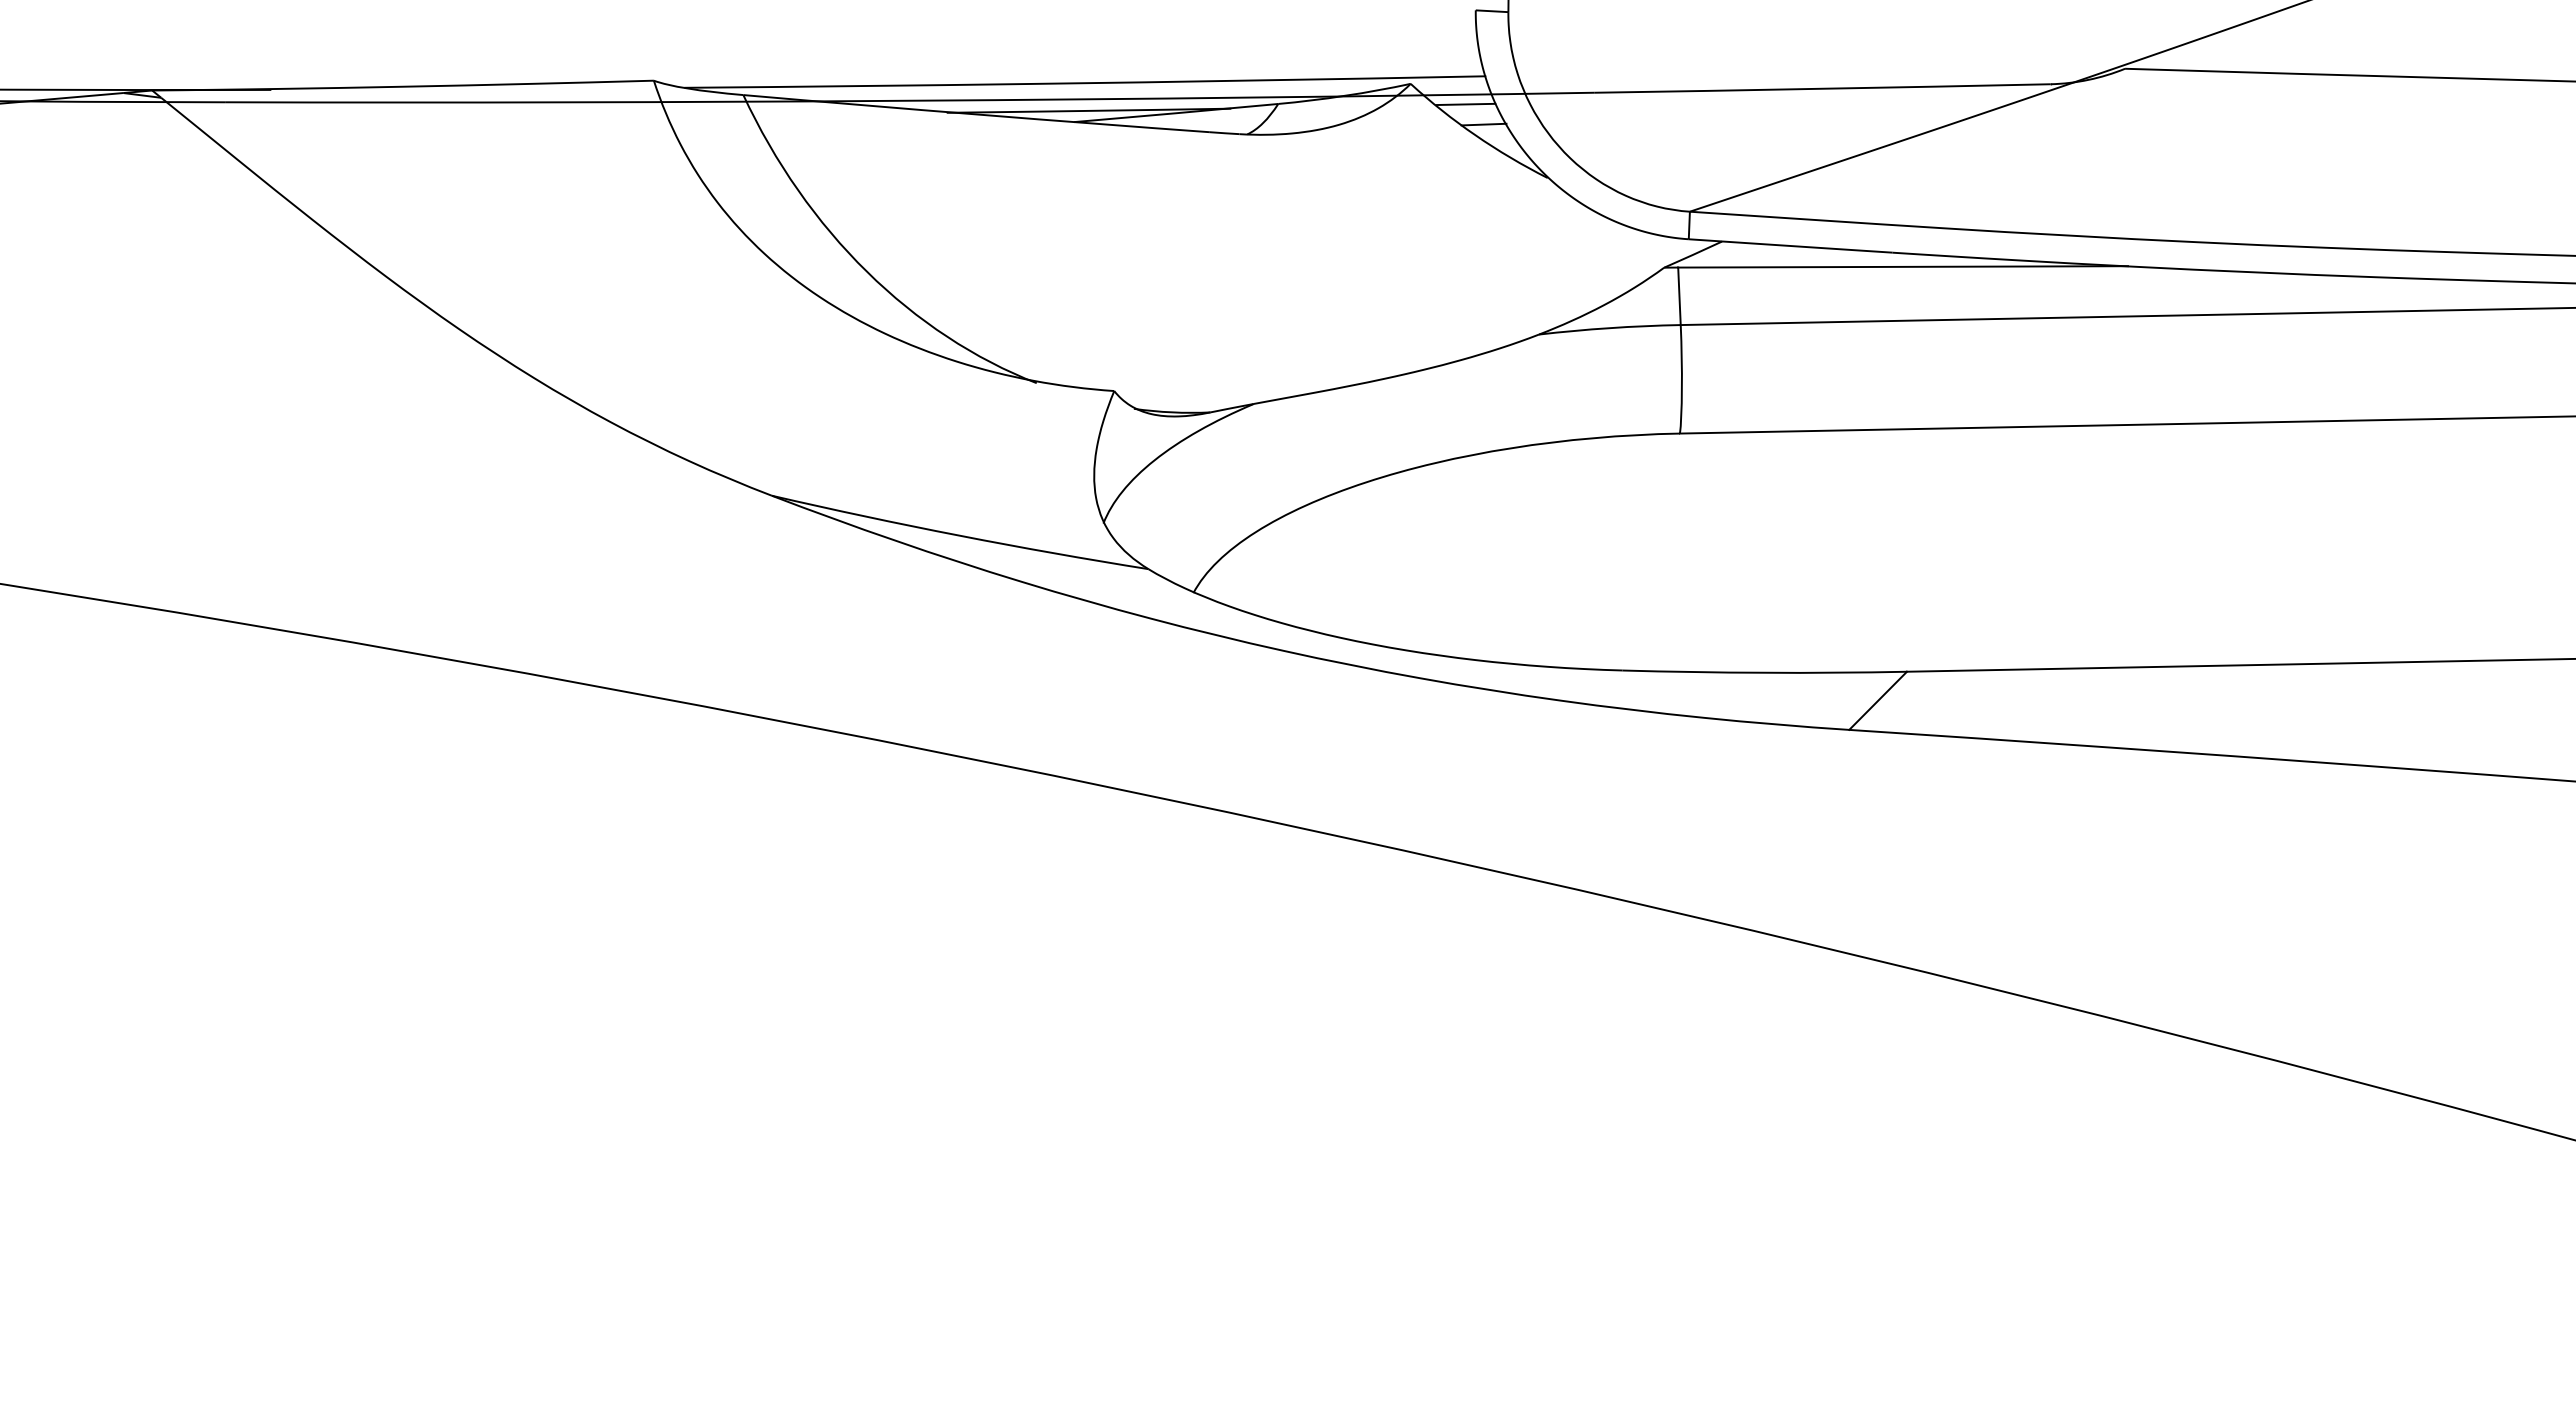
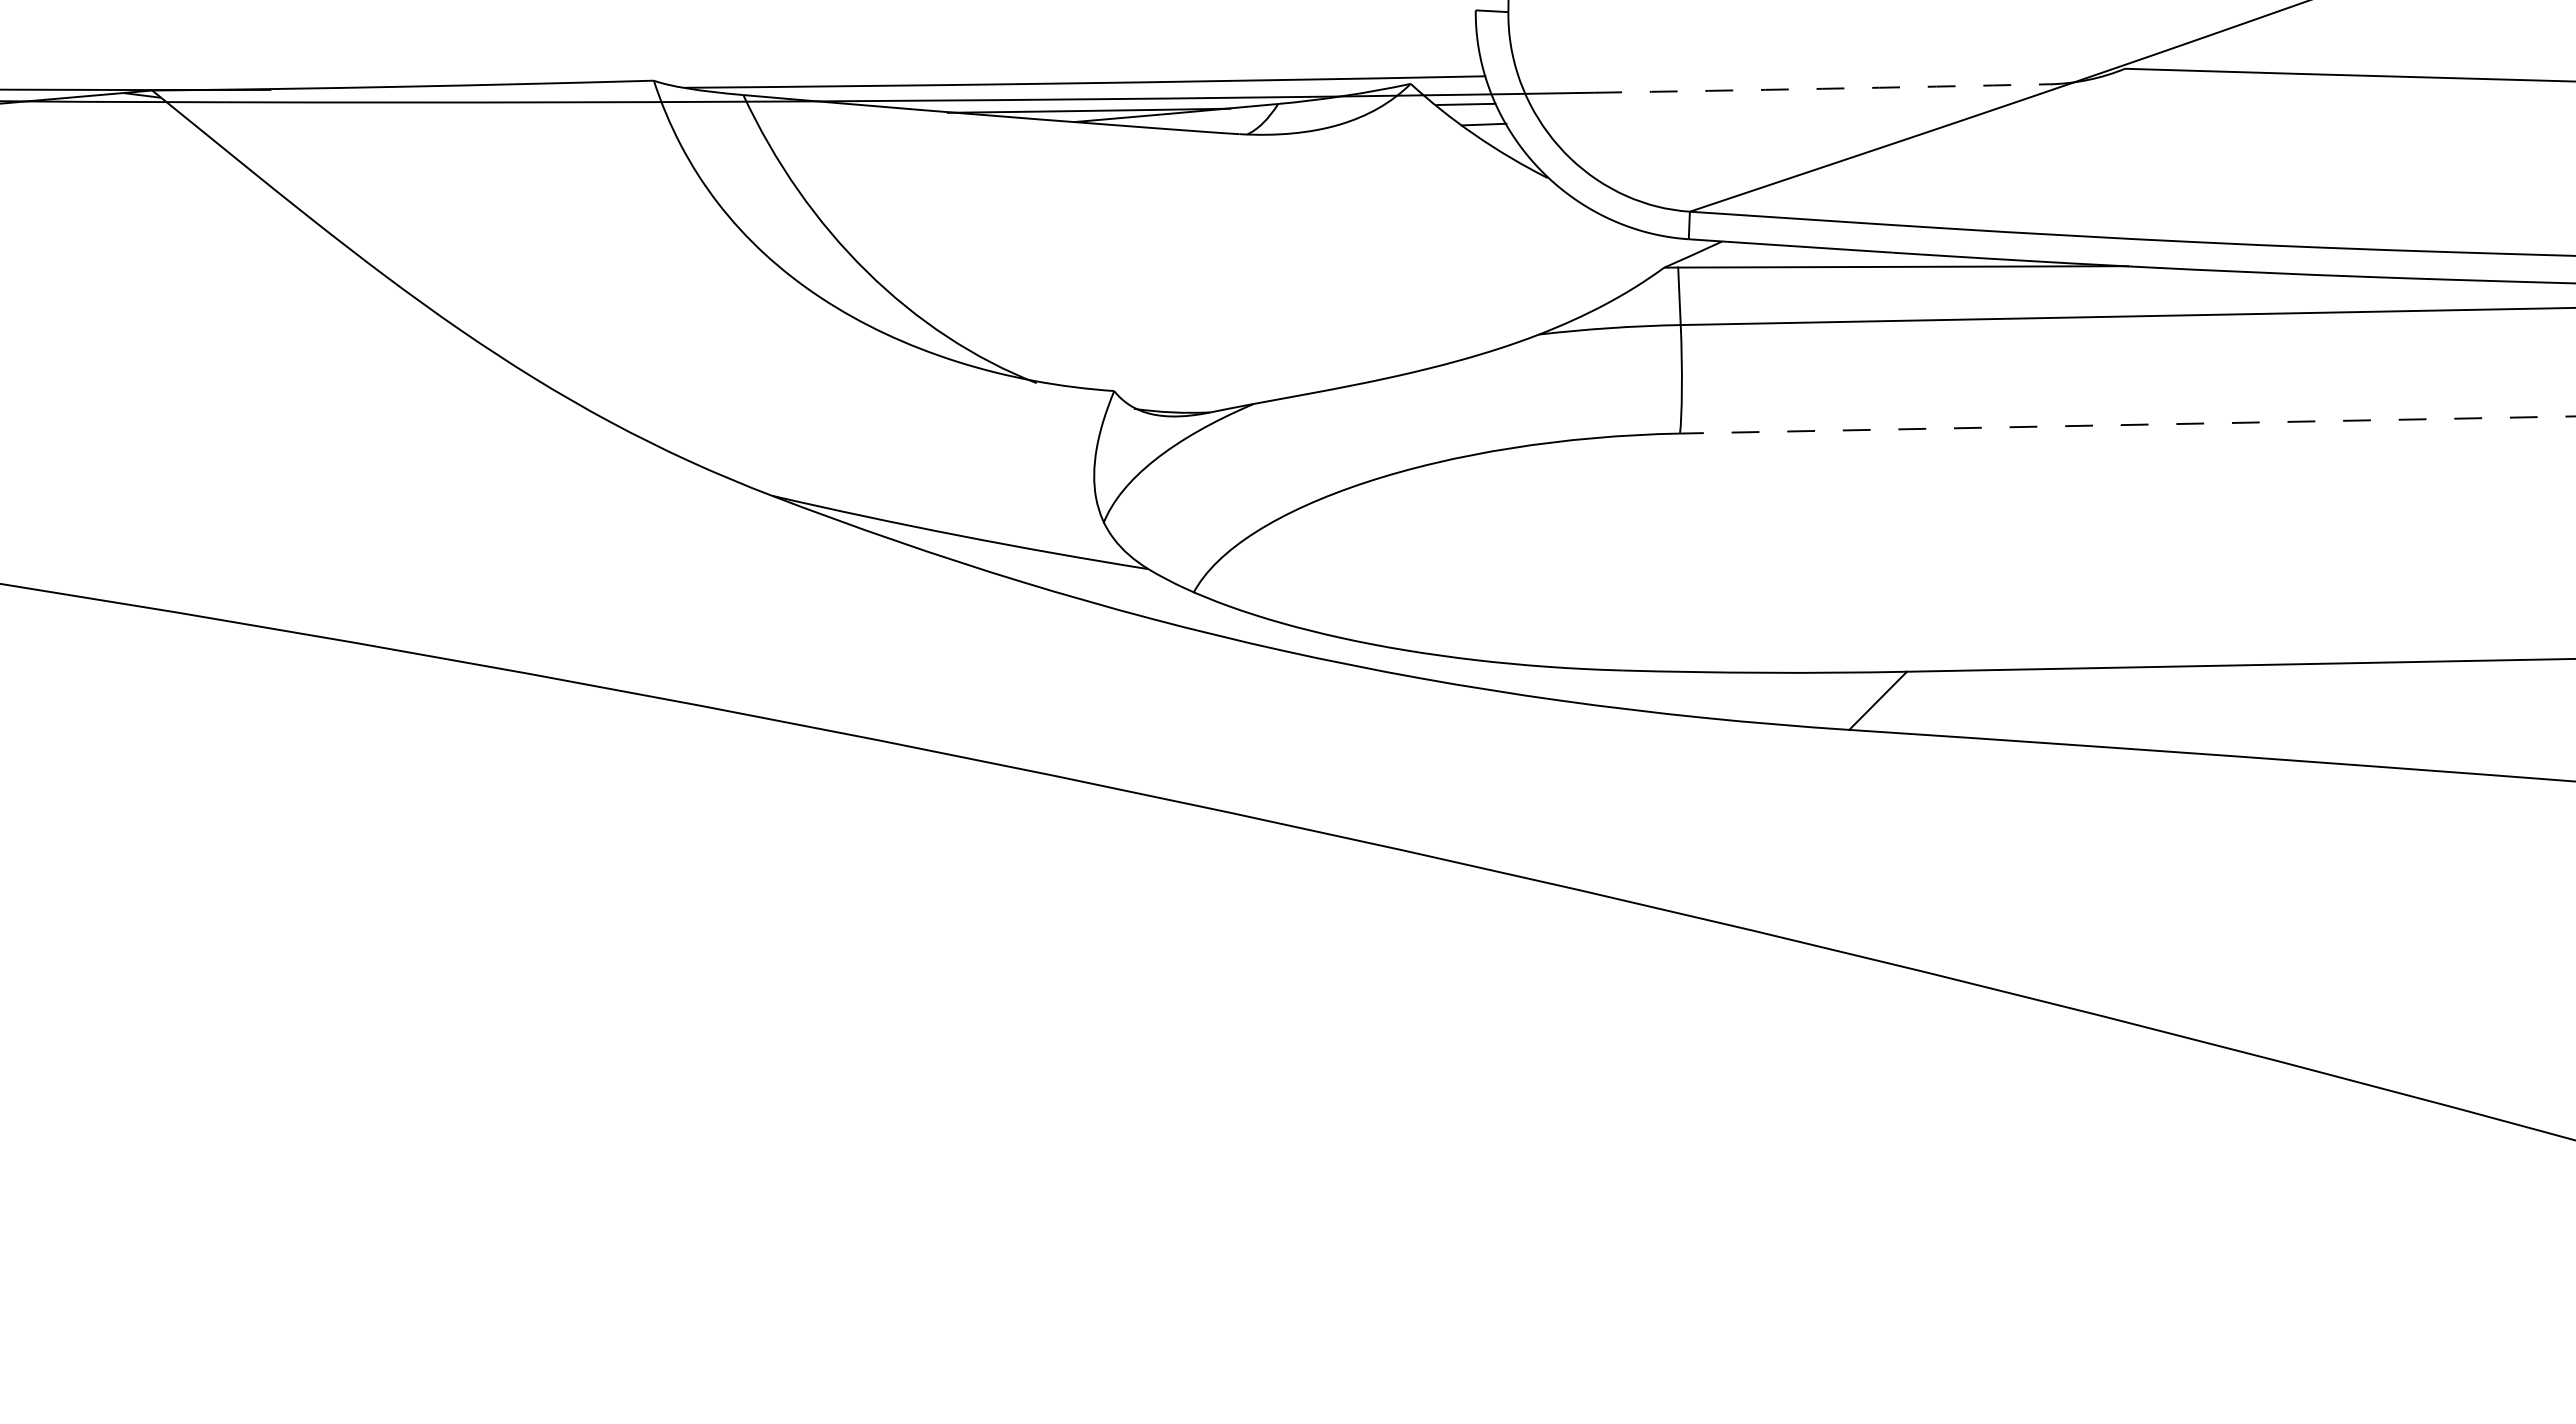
arc at (1822, 88): solid -> dashed
line at (2127, 424): solid -> dashed
